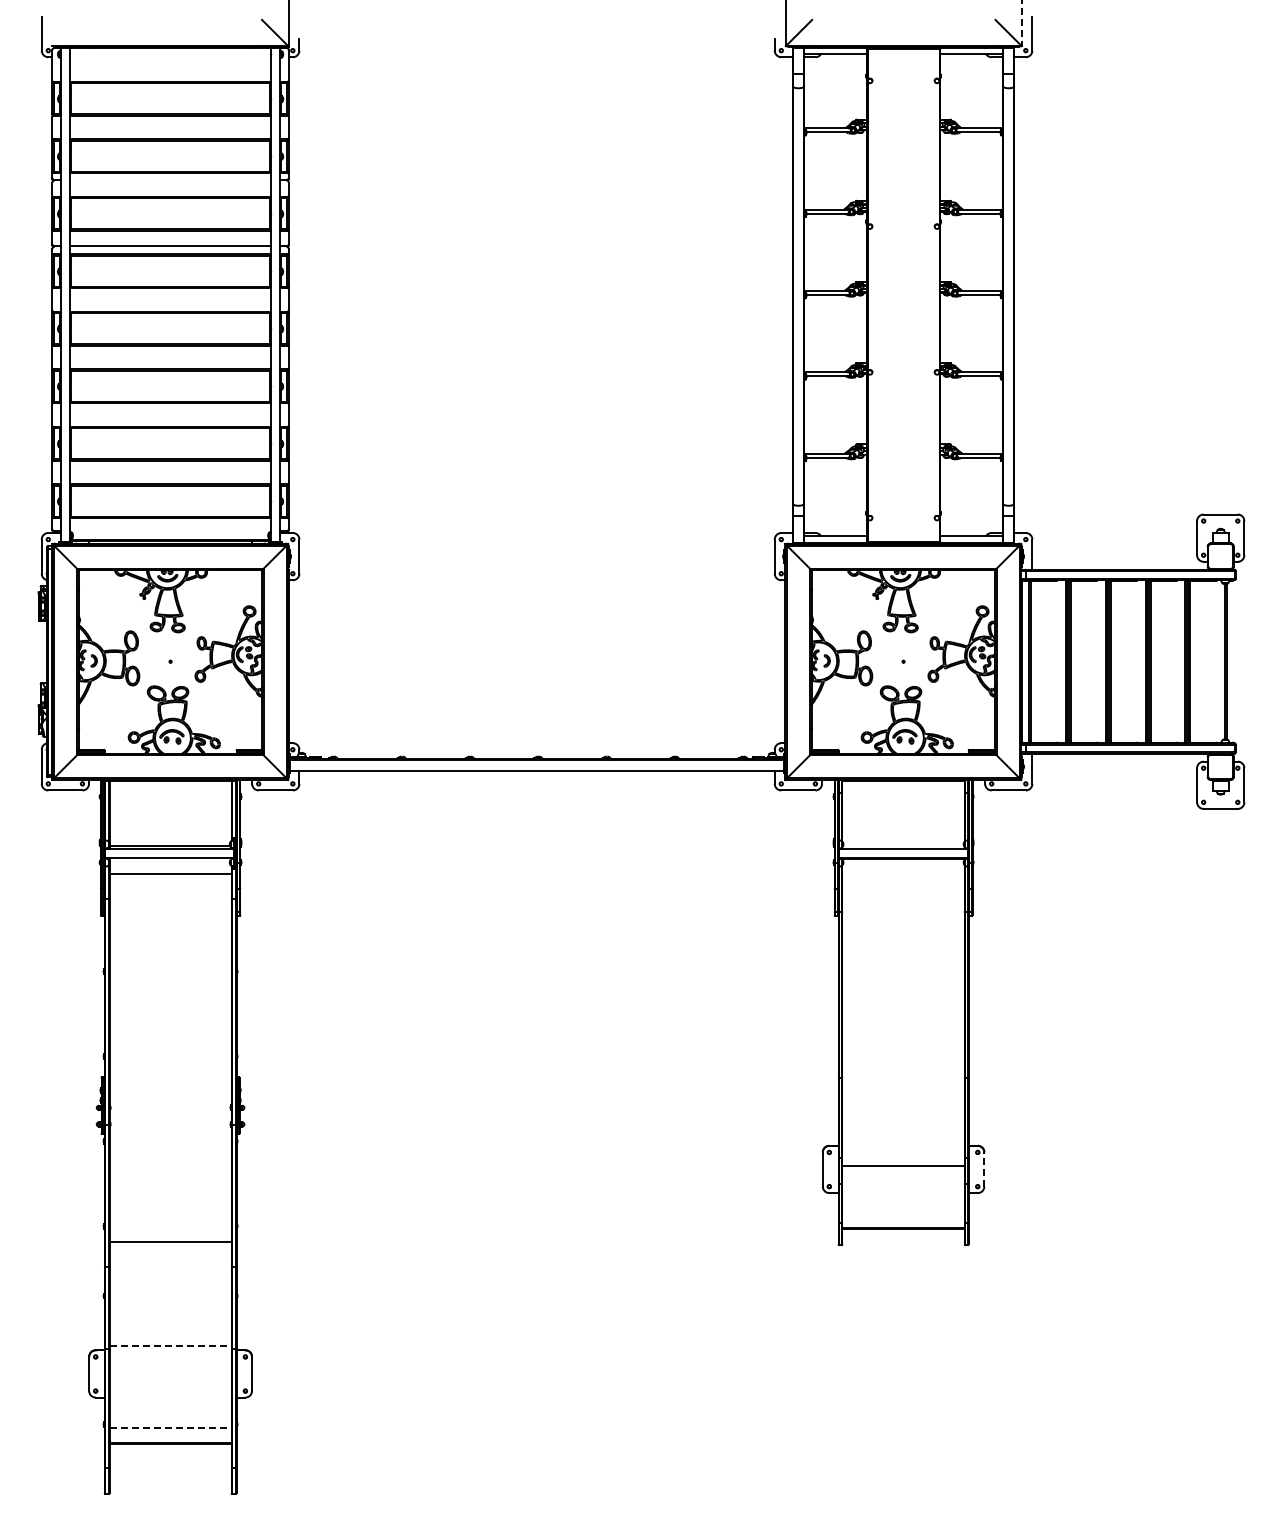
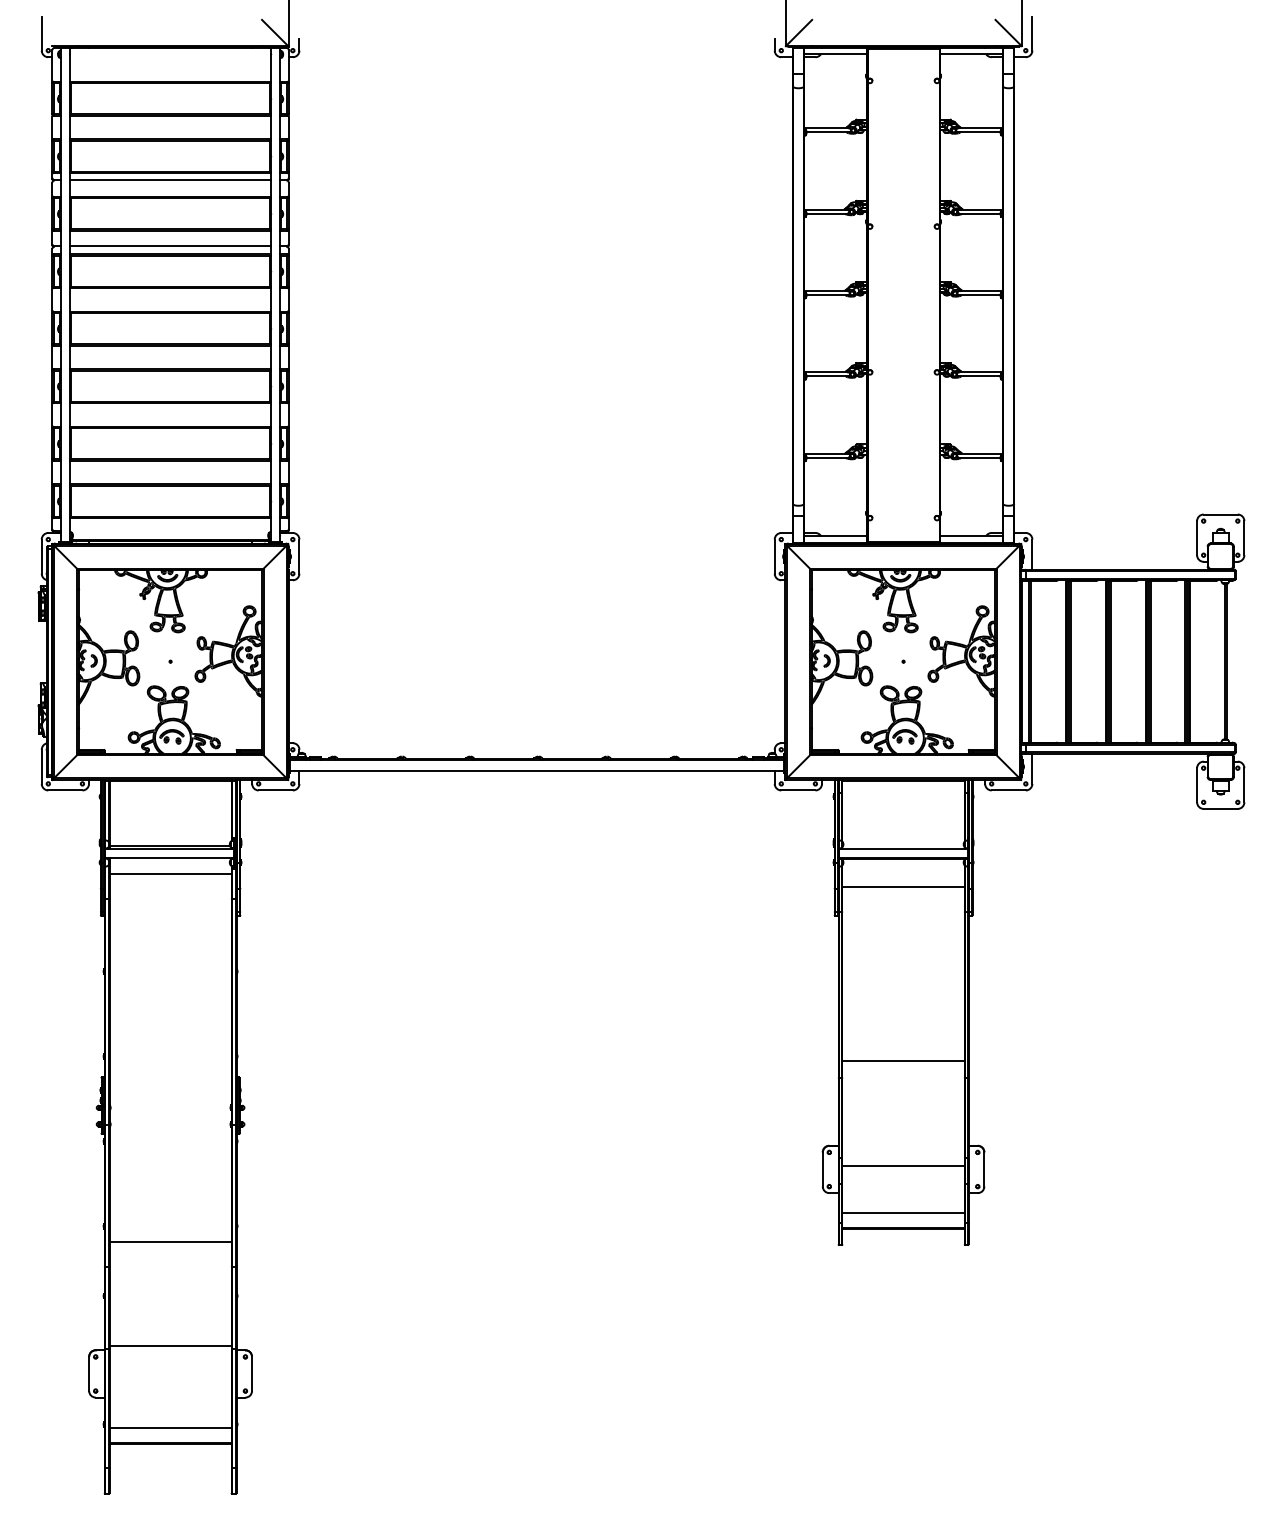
line at (1021, 23): dashed -> solid
line at (170, 180): none -> present
line at (903, 887): none -> present
line at (903, 1061): none -> present
line at (984, 1168): dashed -> solid
line at (903, 1212): none -> present
line at (170, 1346): dashed -> solid
line at (170, 1427): dashed -> solid
